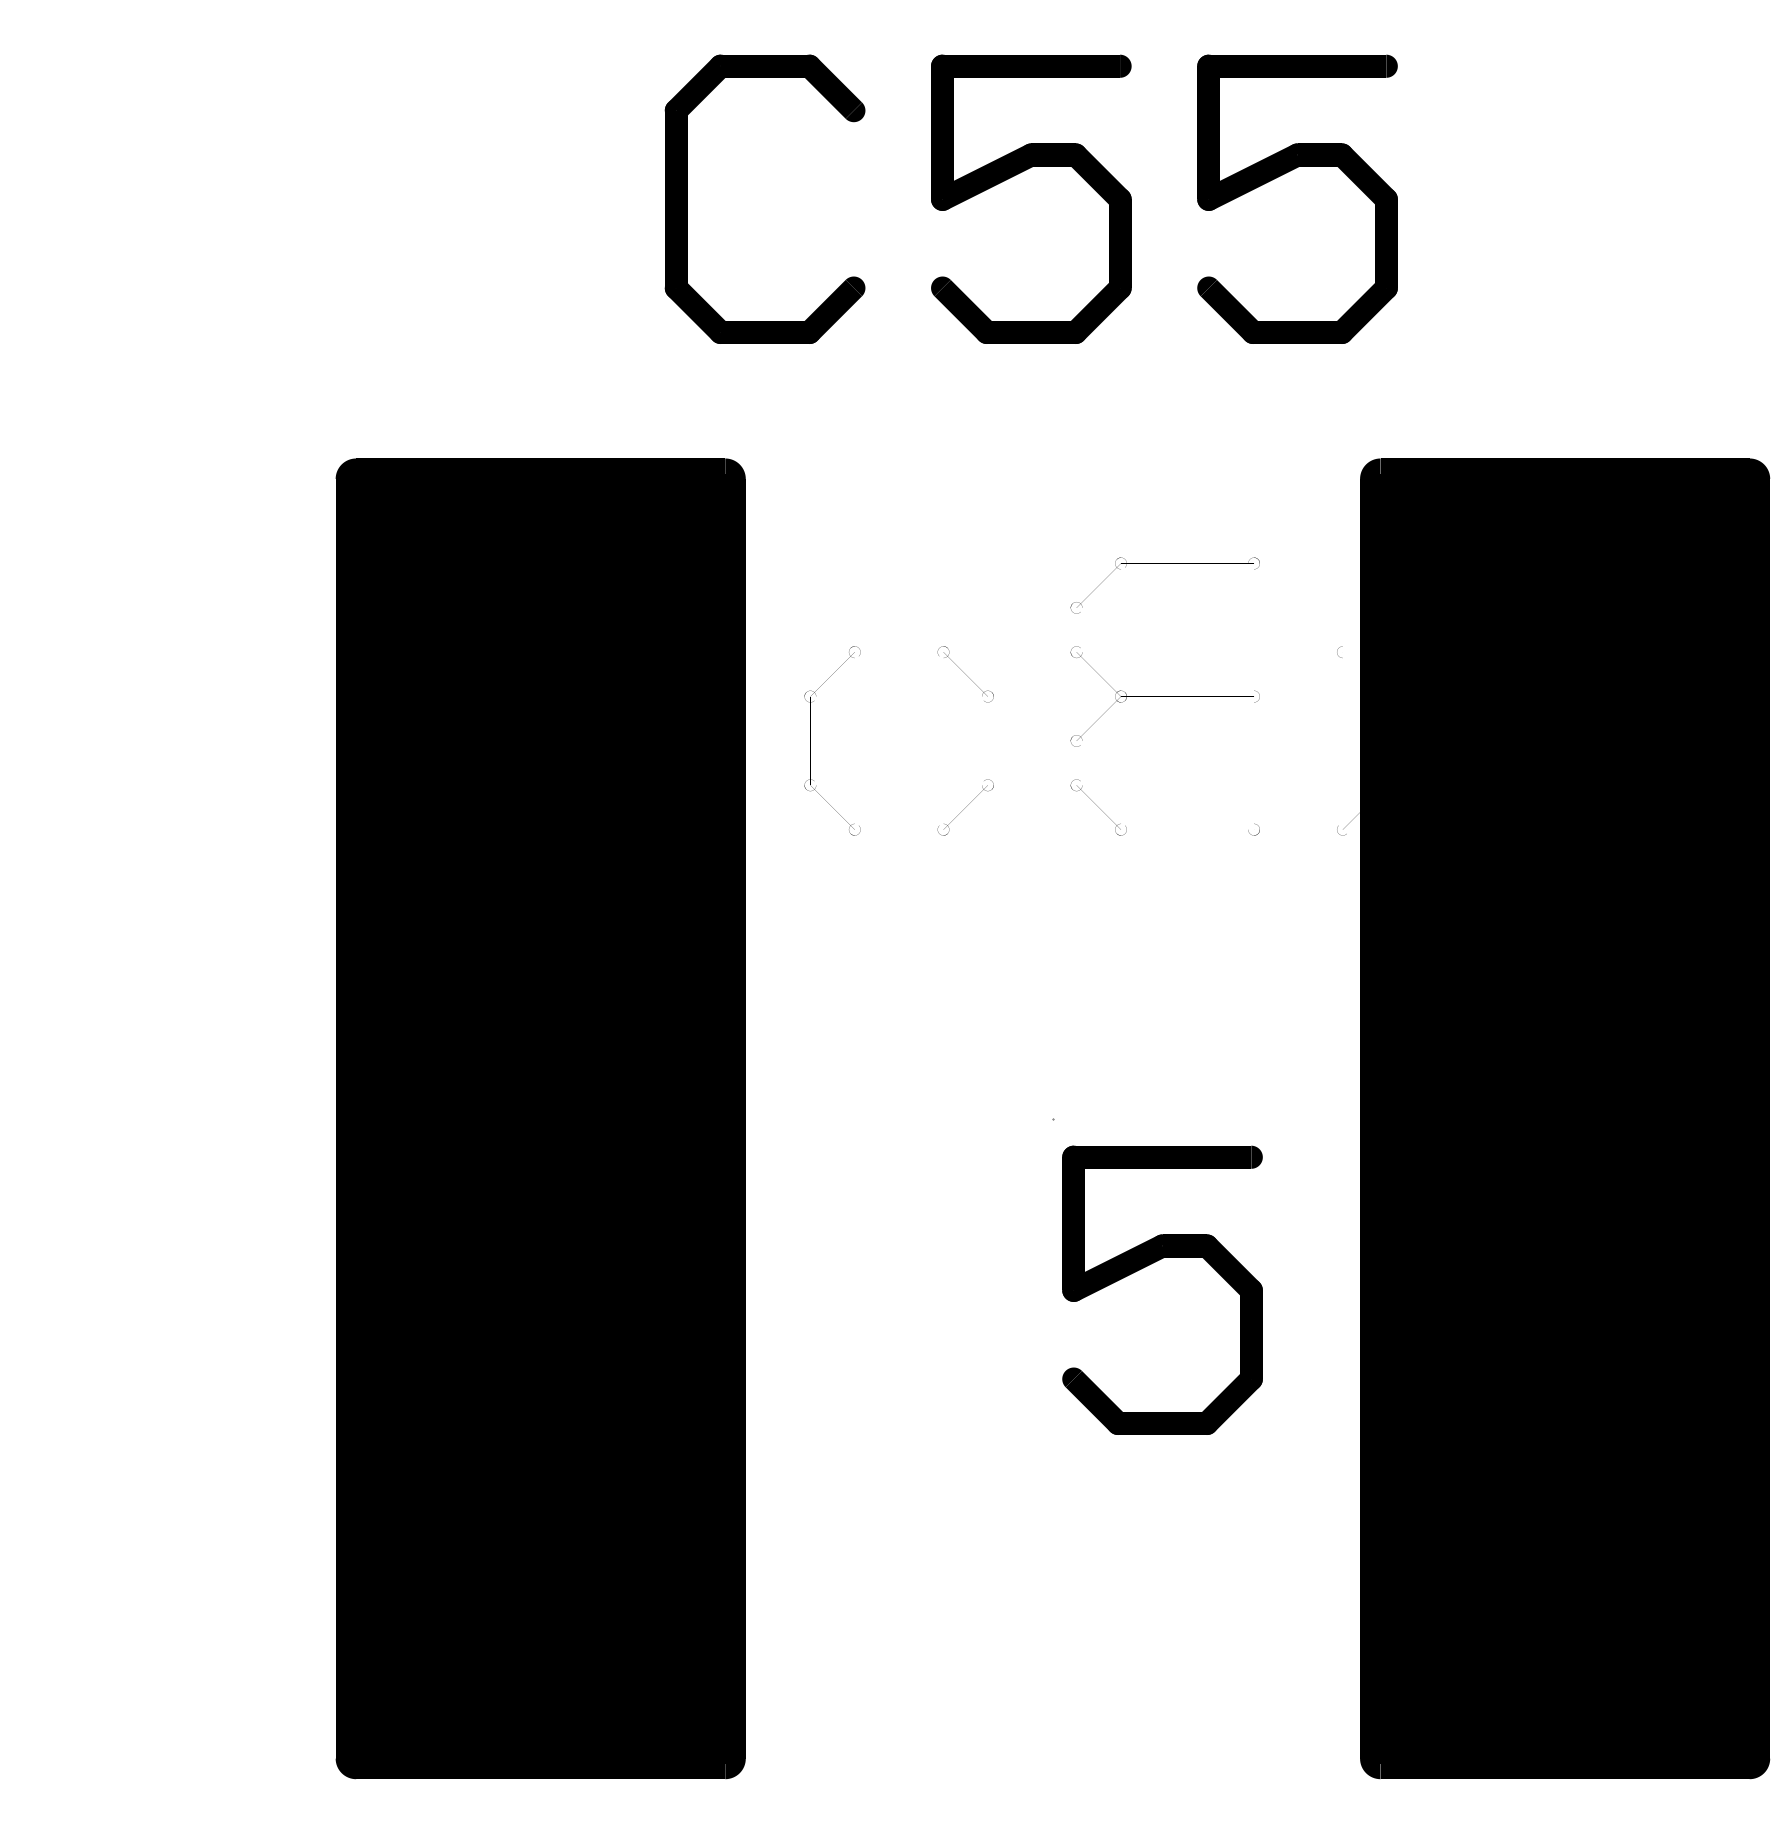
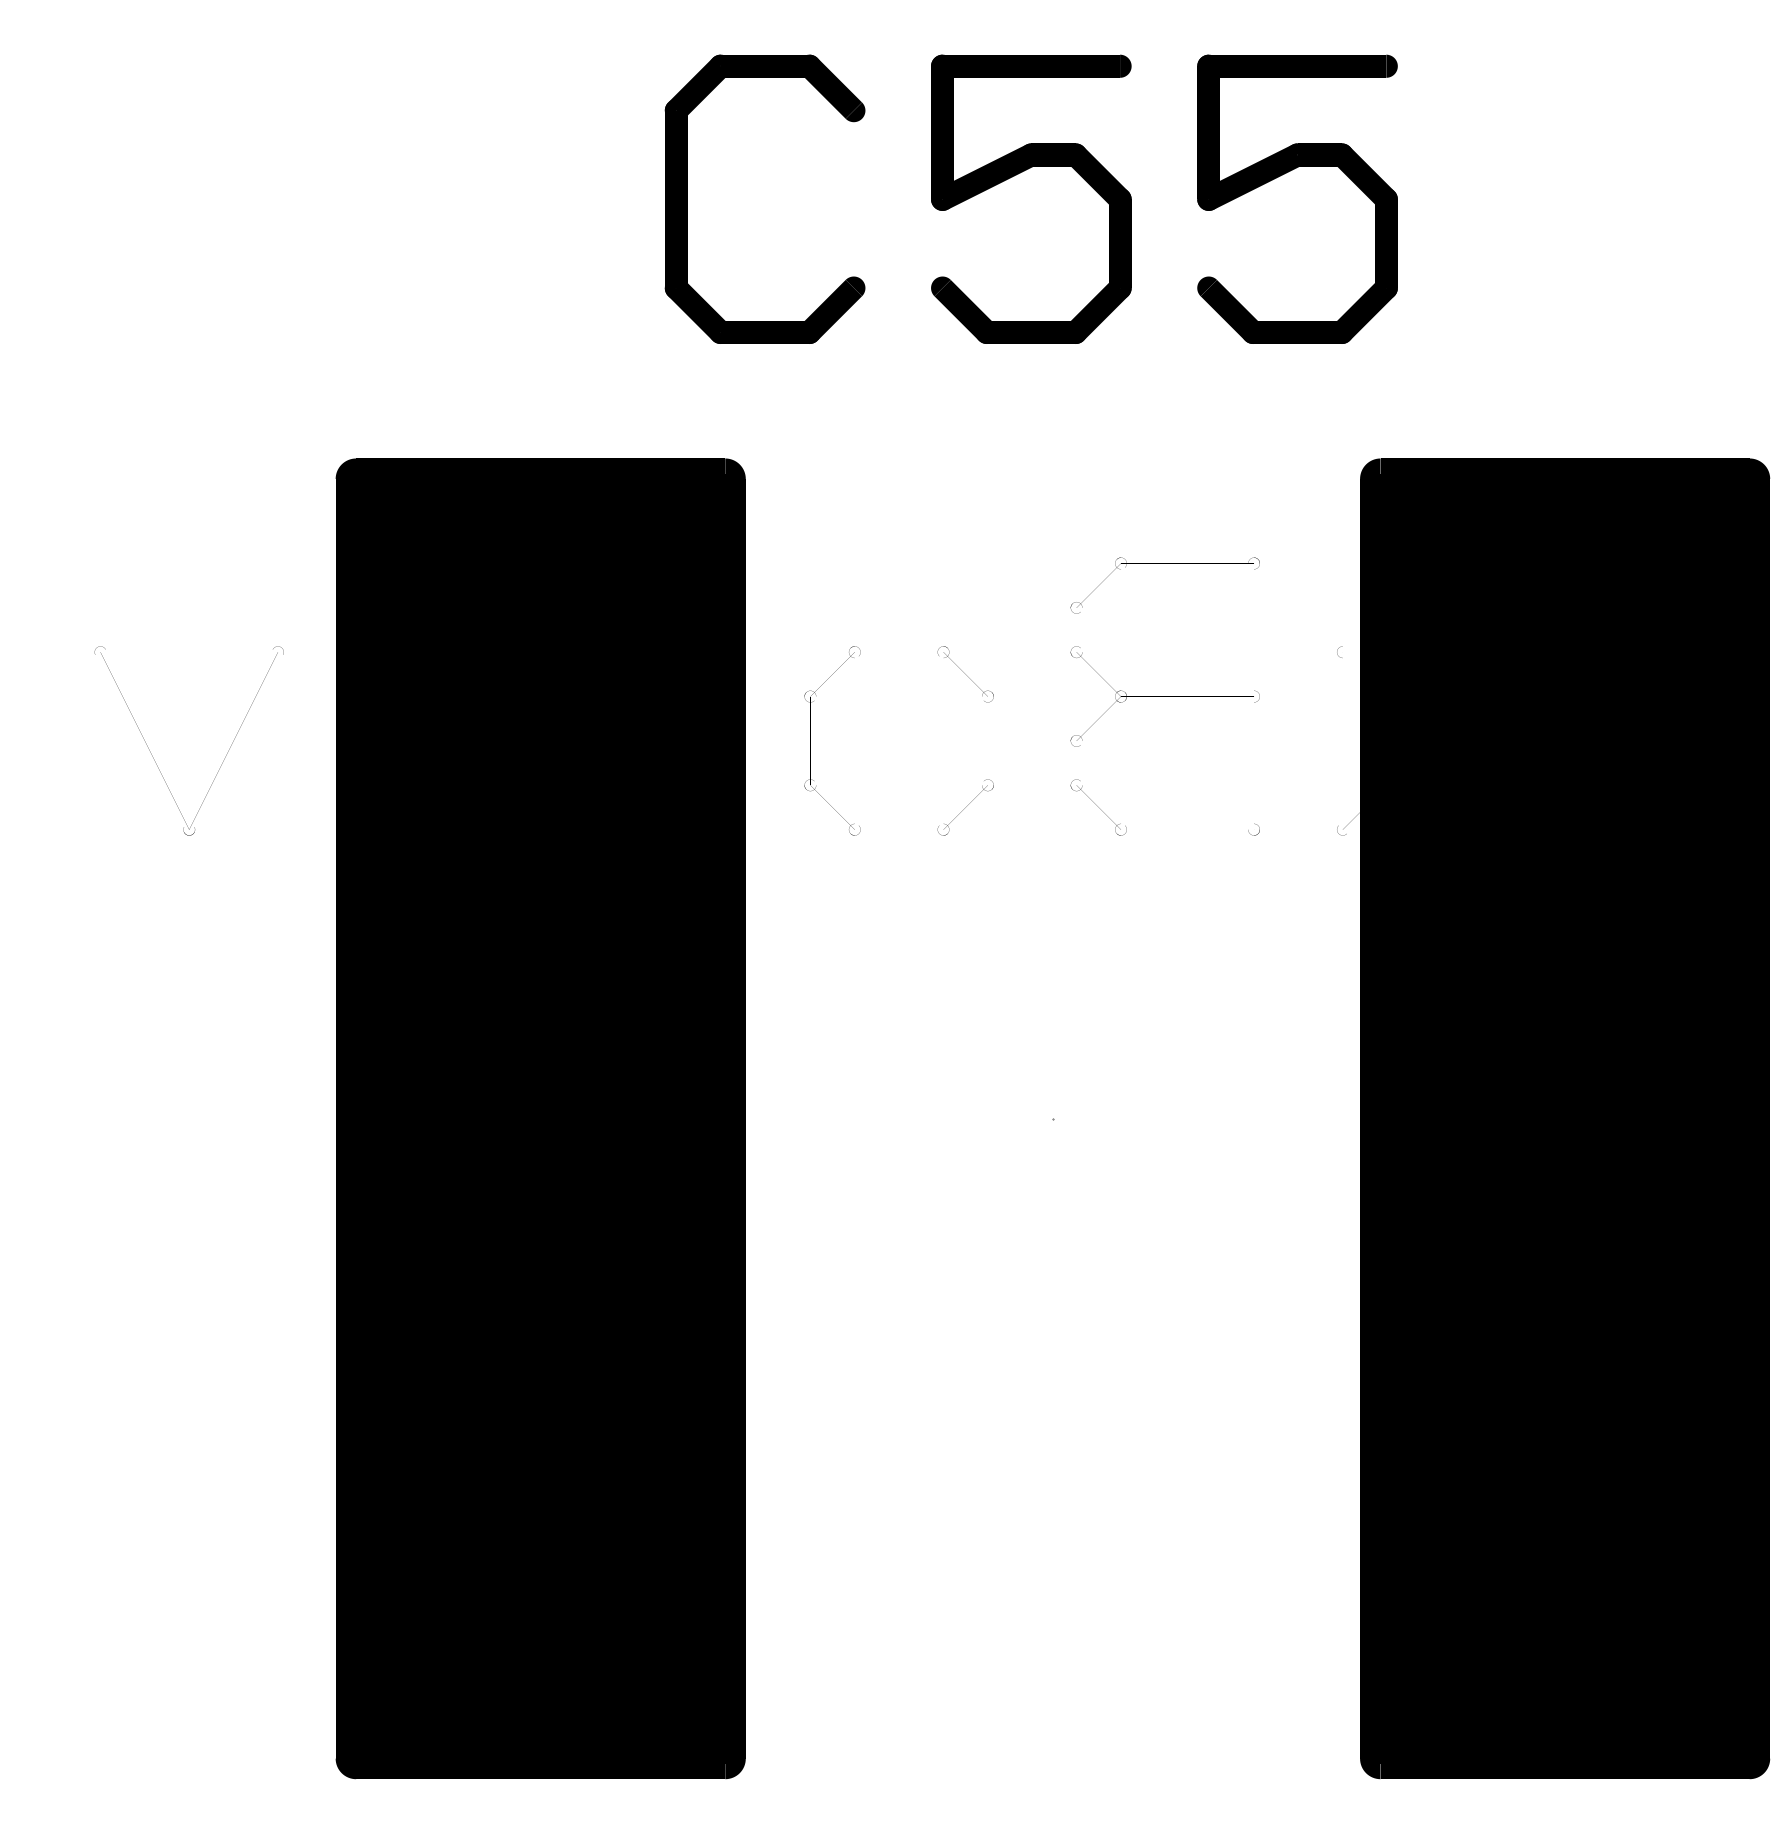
part at (153, 757): none -> present
part at (1149, 1265): present -> none
